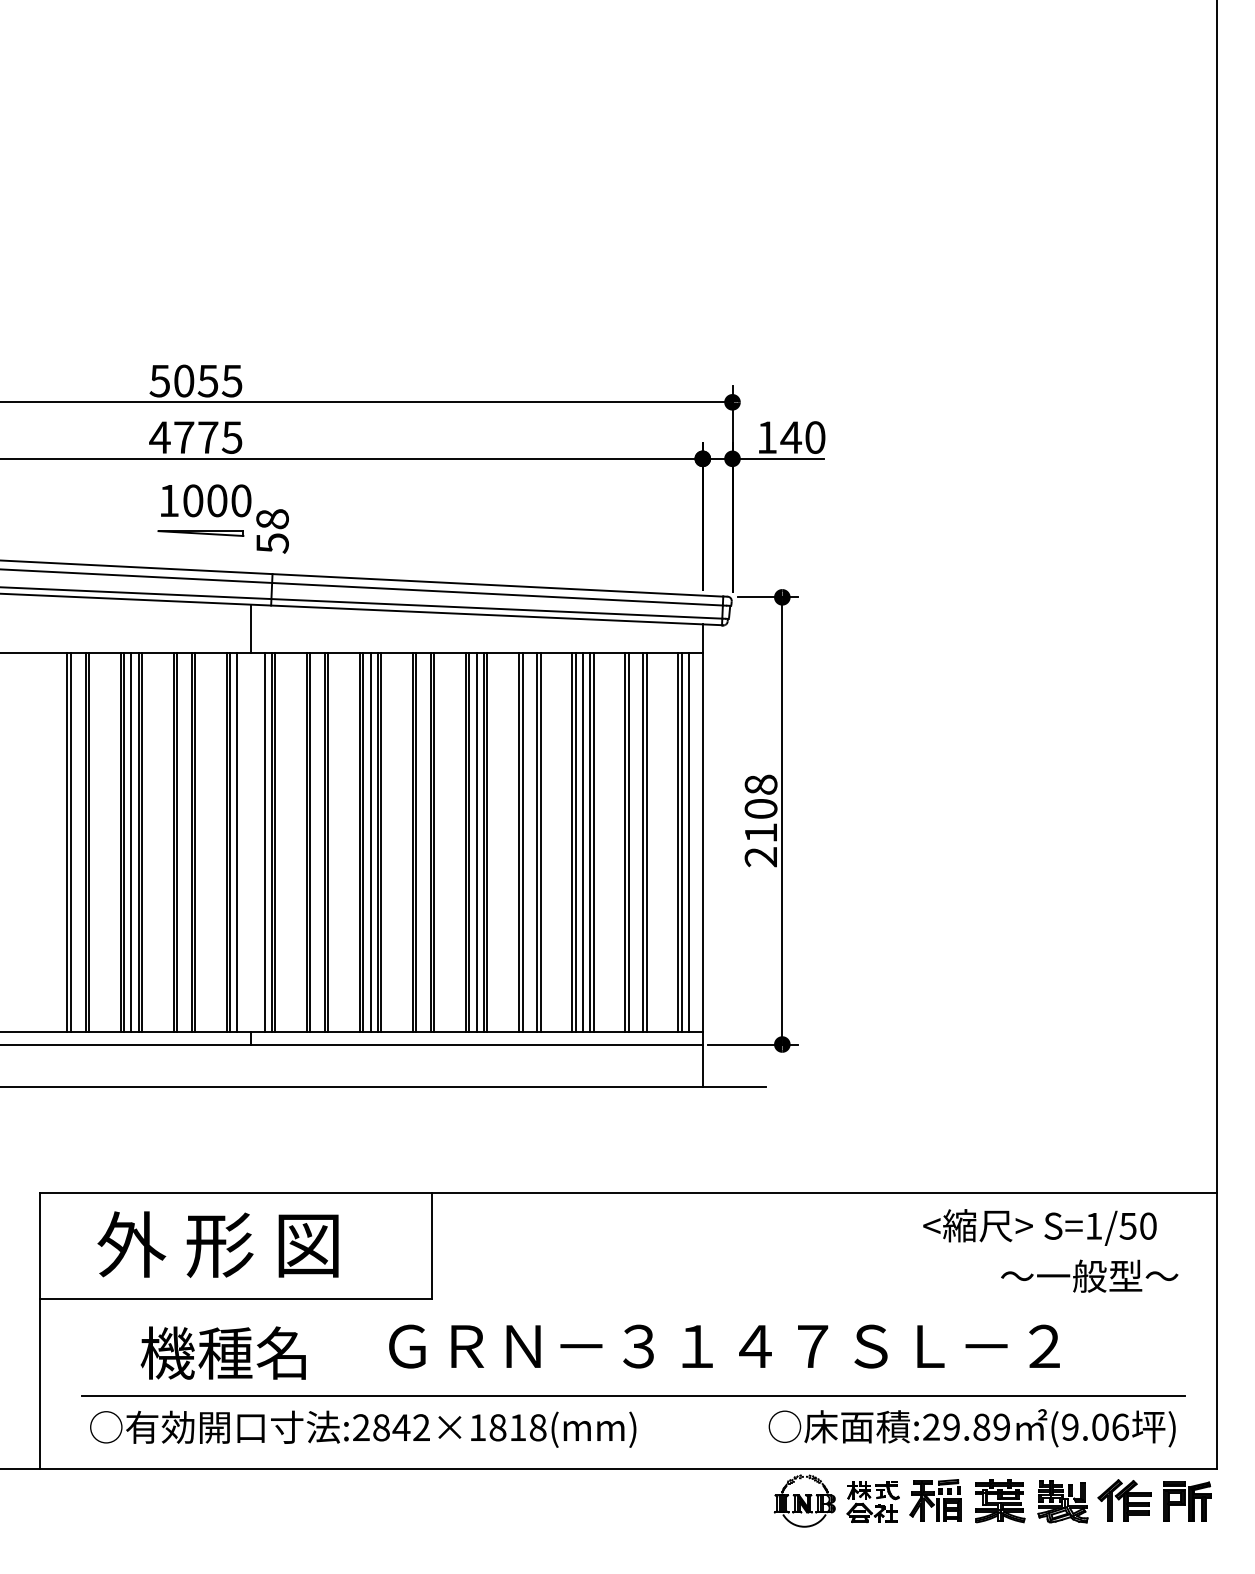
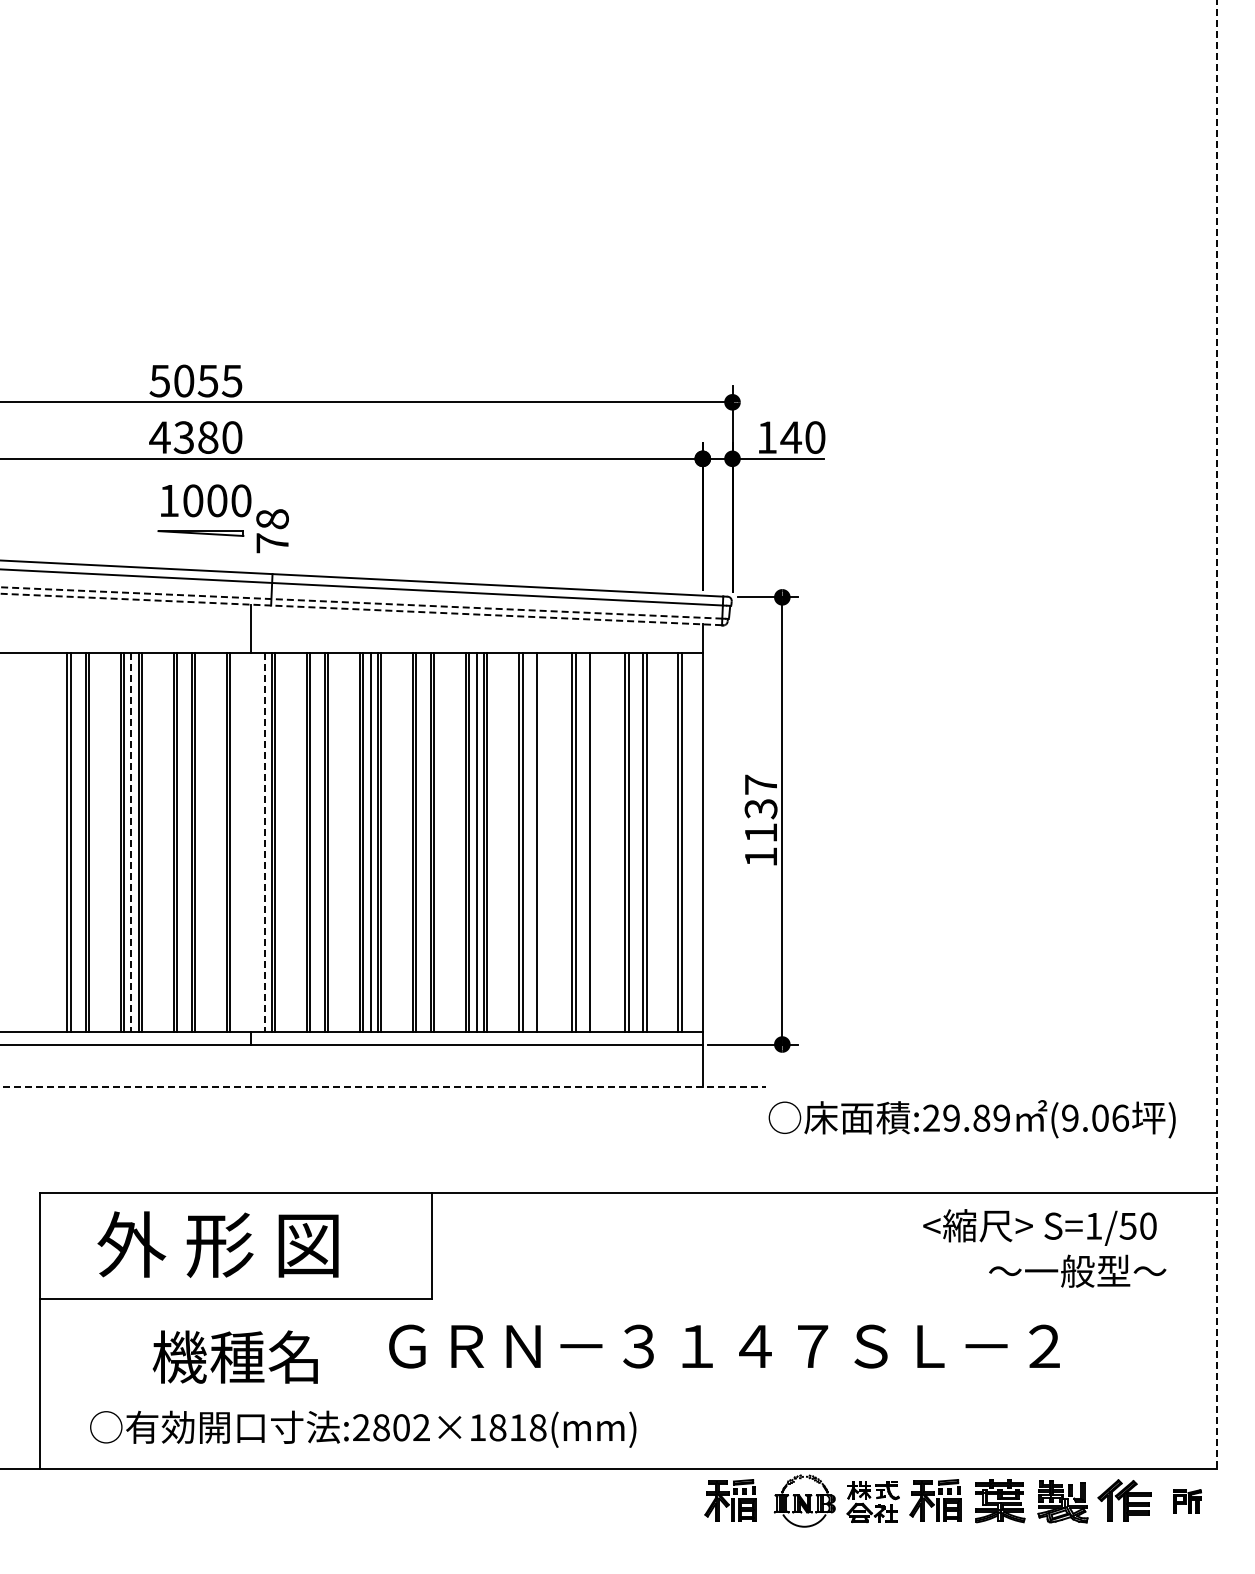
text at (207, 437): 4775 -> 4380
text at (272, 543): 58 -> 78
line at (361, 602): solid -> dashed
line at (360, 609): solid -> dashed
line at (1217, 734): solid -> dashed
text at (760, 820): 2108 -> 1137
line at (131, 842): solid -> dashed
line at (237, 842): present -> none
line at (264, 842): solid -> dashed
line at (540, 842): present -> none
line at (582, 842): present -> none
line at (593, 842): present -> none
line at (689, 842): present -> none
line at (383, 1086): solid -> dashed
text at (1089, 1275) position: (1089, 1275) -> (1077, 1270)
text at (222, 1352) position: (222, 1352) -> (234, 1356)
line at (633, 1395): present -> none
text at (401, 1427): :2842×1818(mm) -> :2802×1818(mm)
text at (971, 1428) position: (971, 1428) -> (971, 1119)
part at (730, 1500): none -> present
part at (1187, 1501) size: 49x41 px -> 29x25 px
